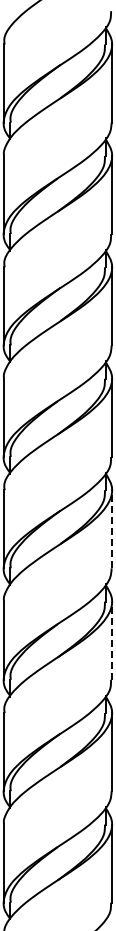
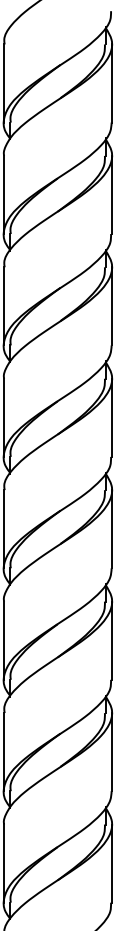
line at (111, 528): dashed -> solid
line at (111, 640): dashed -> solid
